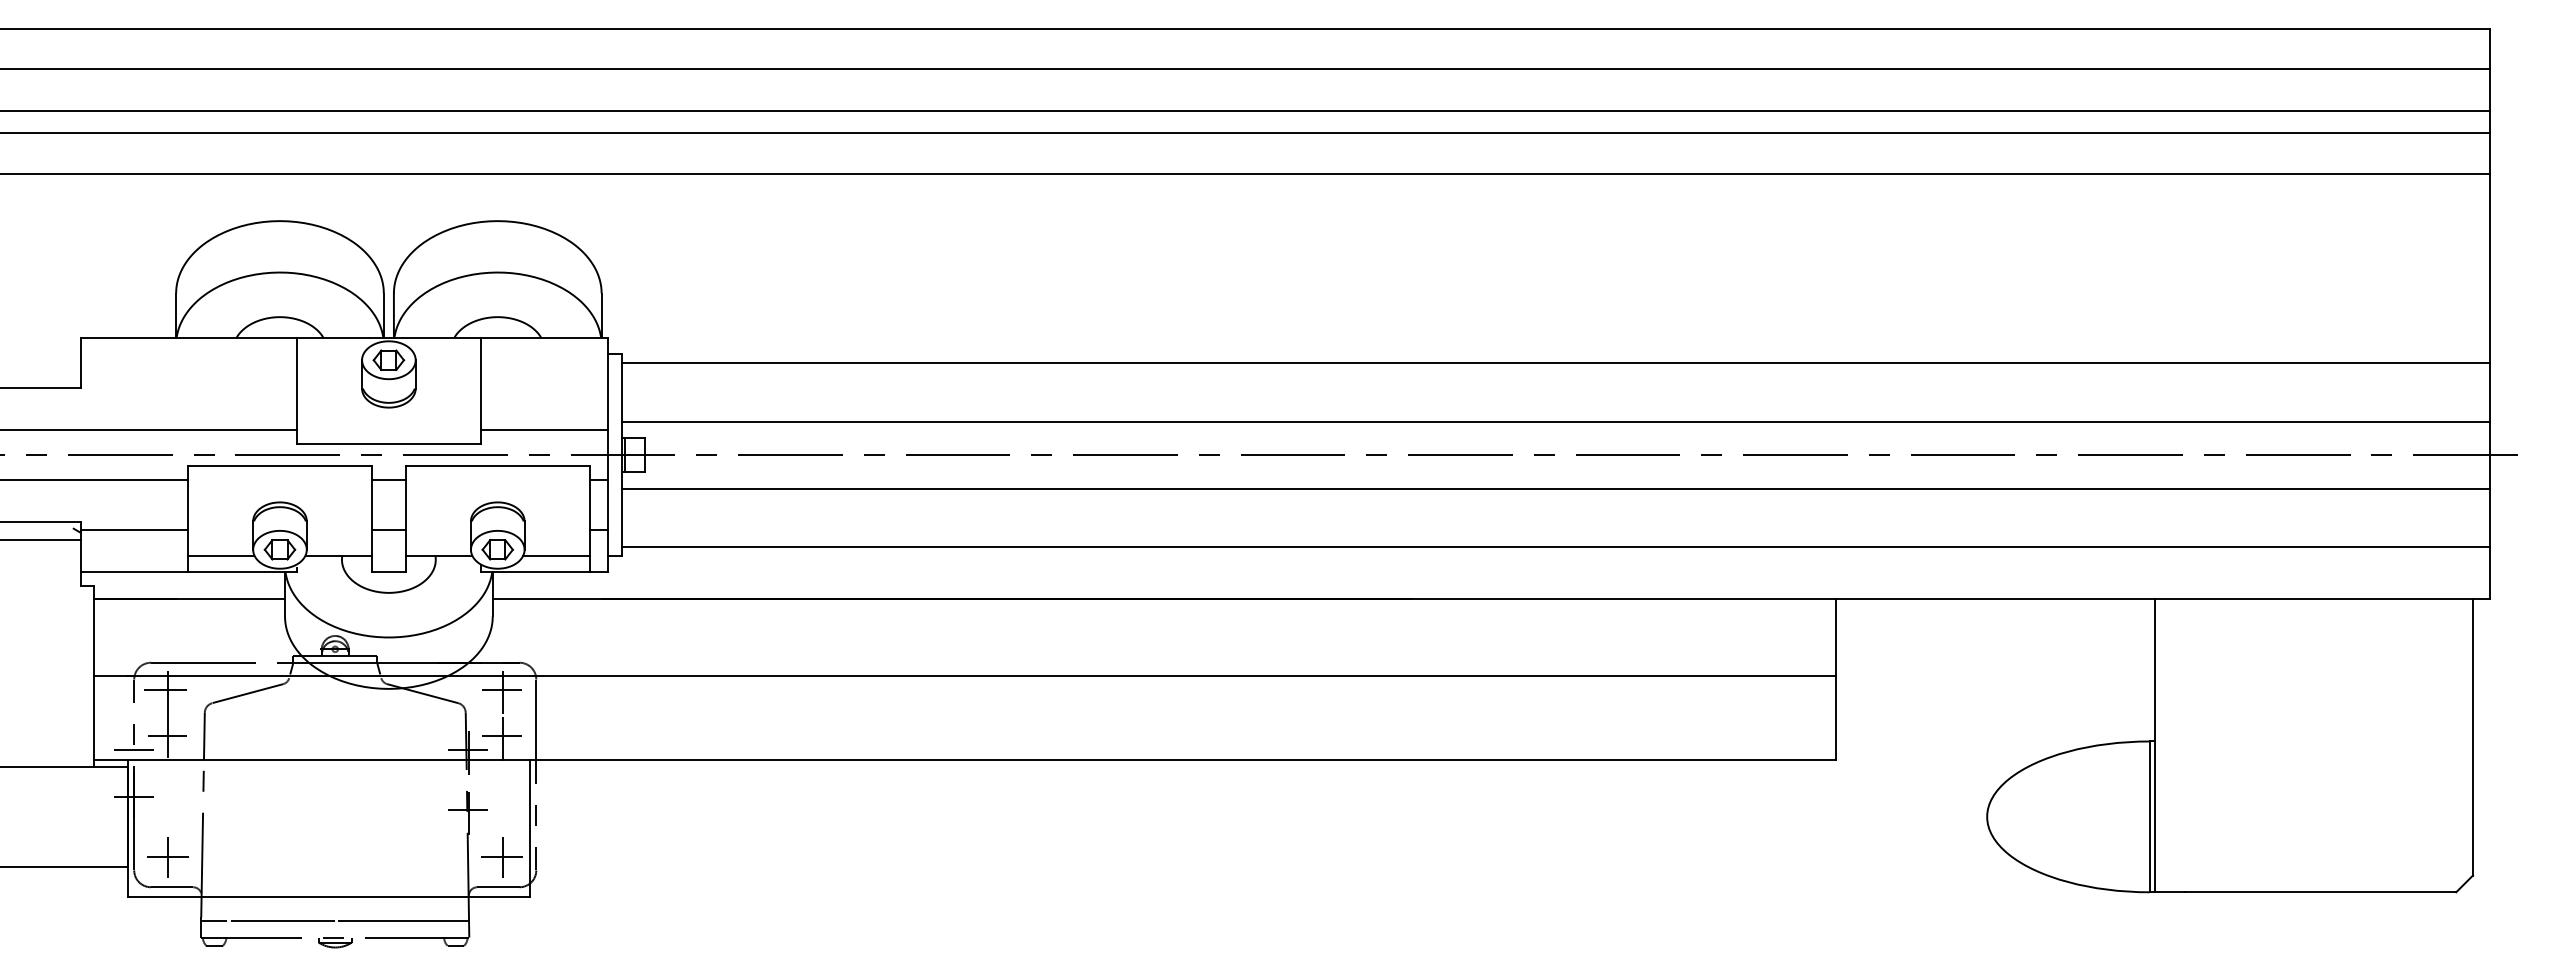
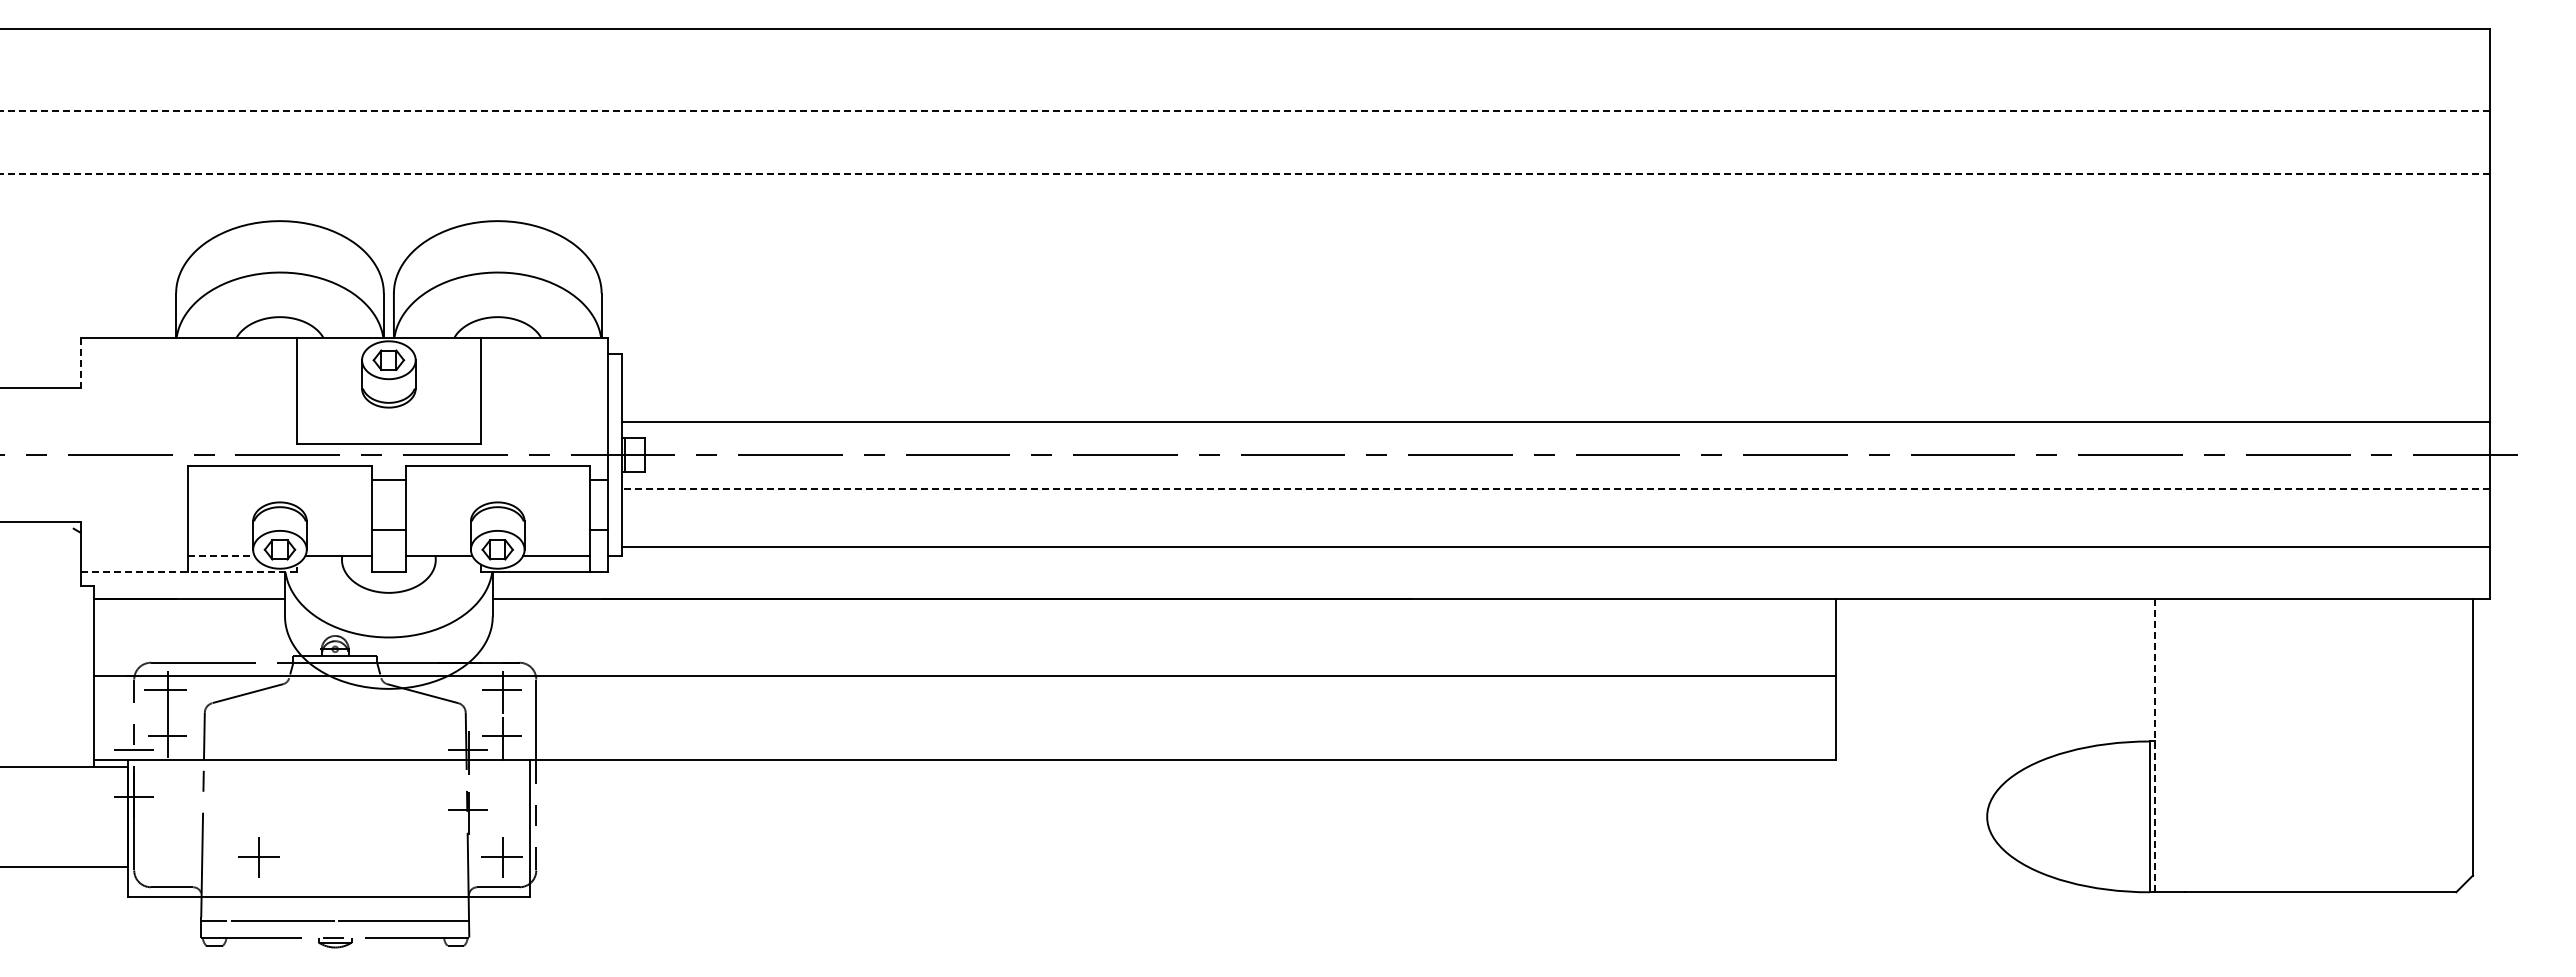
line at (1245, 68): present -> none
line at (1244, 110): solid -> dashed
line at (1245, 133): present -> none
line at (1244, 173): solid -> dashed
line at (1555, 362): present -> none
line at (80, 363): solid -> dashed
line at (149, 430): present -> none
line at (544, 430): present -> none
line at (94, 479): present -> none
line at (1555, 488): solid -> dashed
line at (133, 530): present -> none
line at (41, 540): present -> none
line at (221, 555): solid -> dashed
line at (189, 572): solid -> dashed
line at (2154, 745): solid -> dashed
part at (167, 857) position: (167, 857) -> (258, 857)
